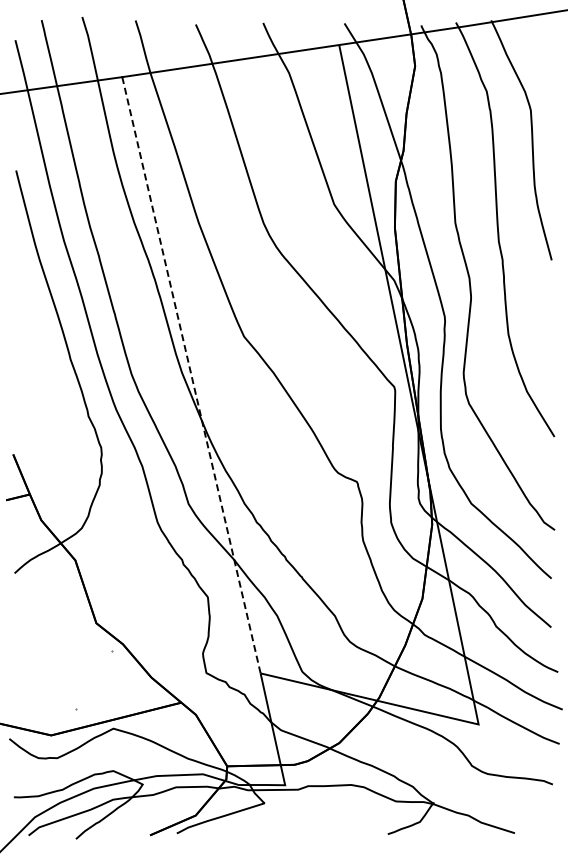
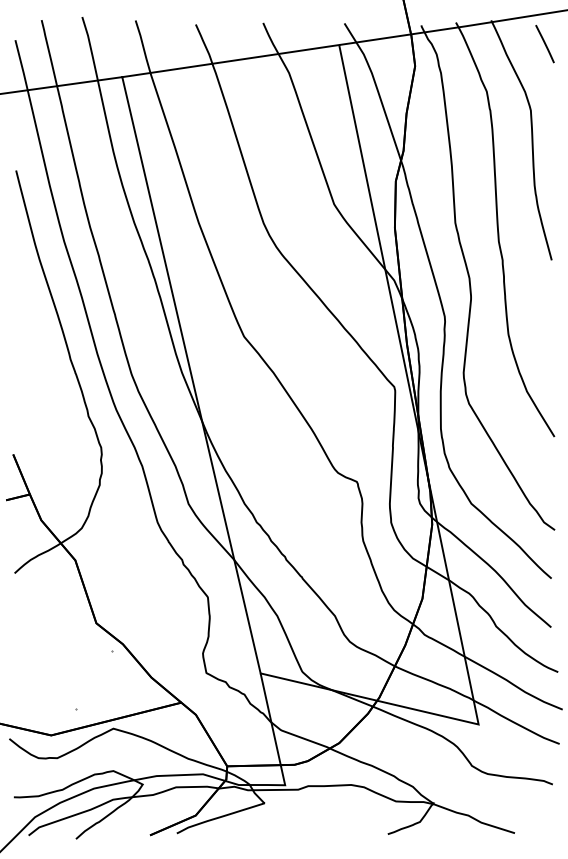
line at (544, 44): none -> present
line at (191, 375): dashed -> solid
